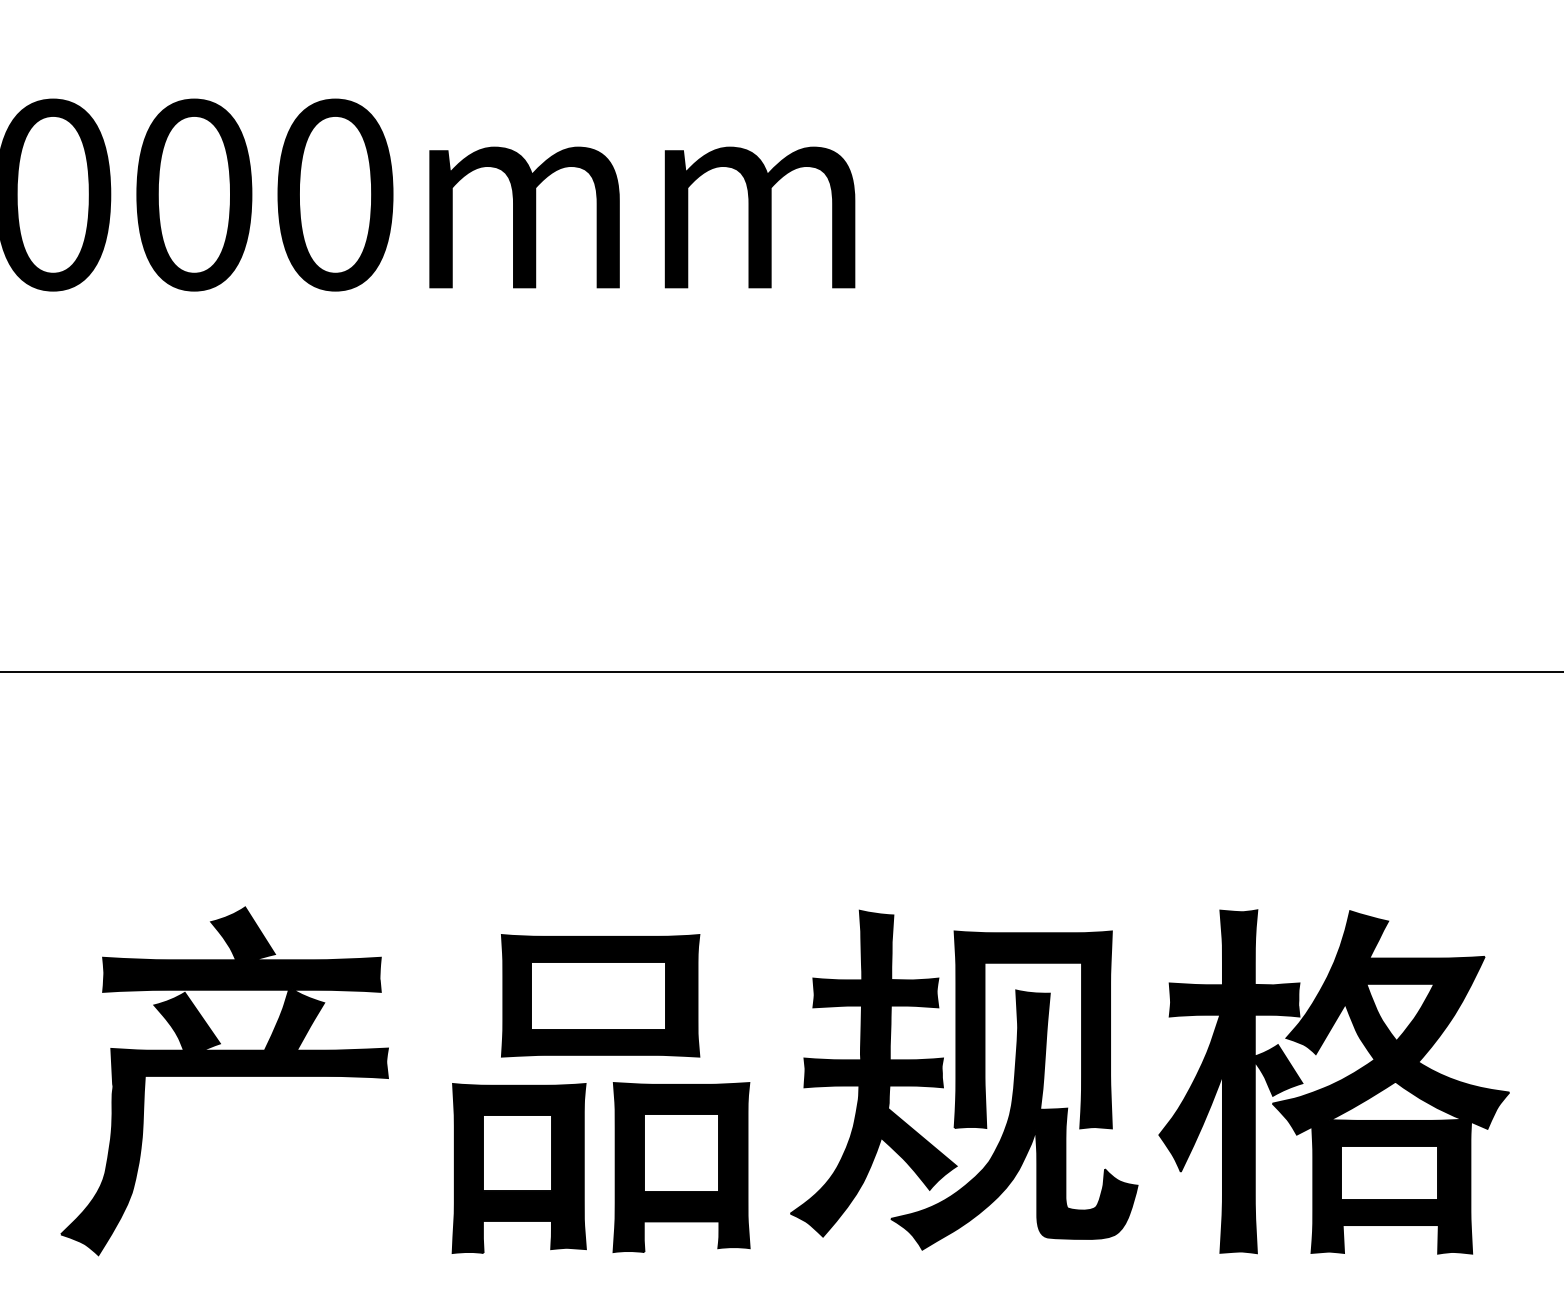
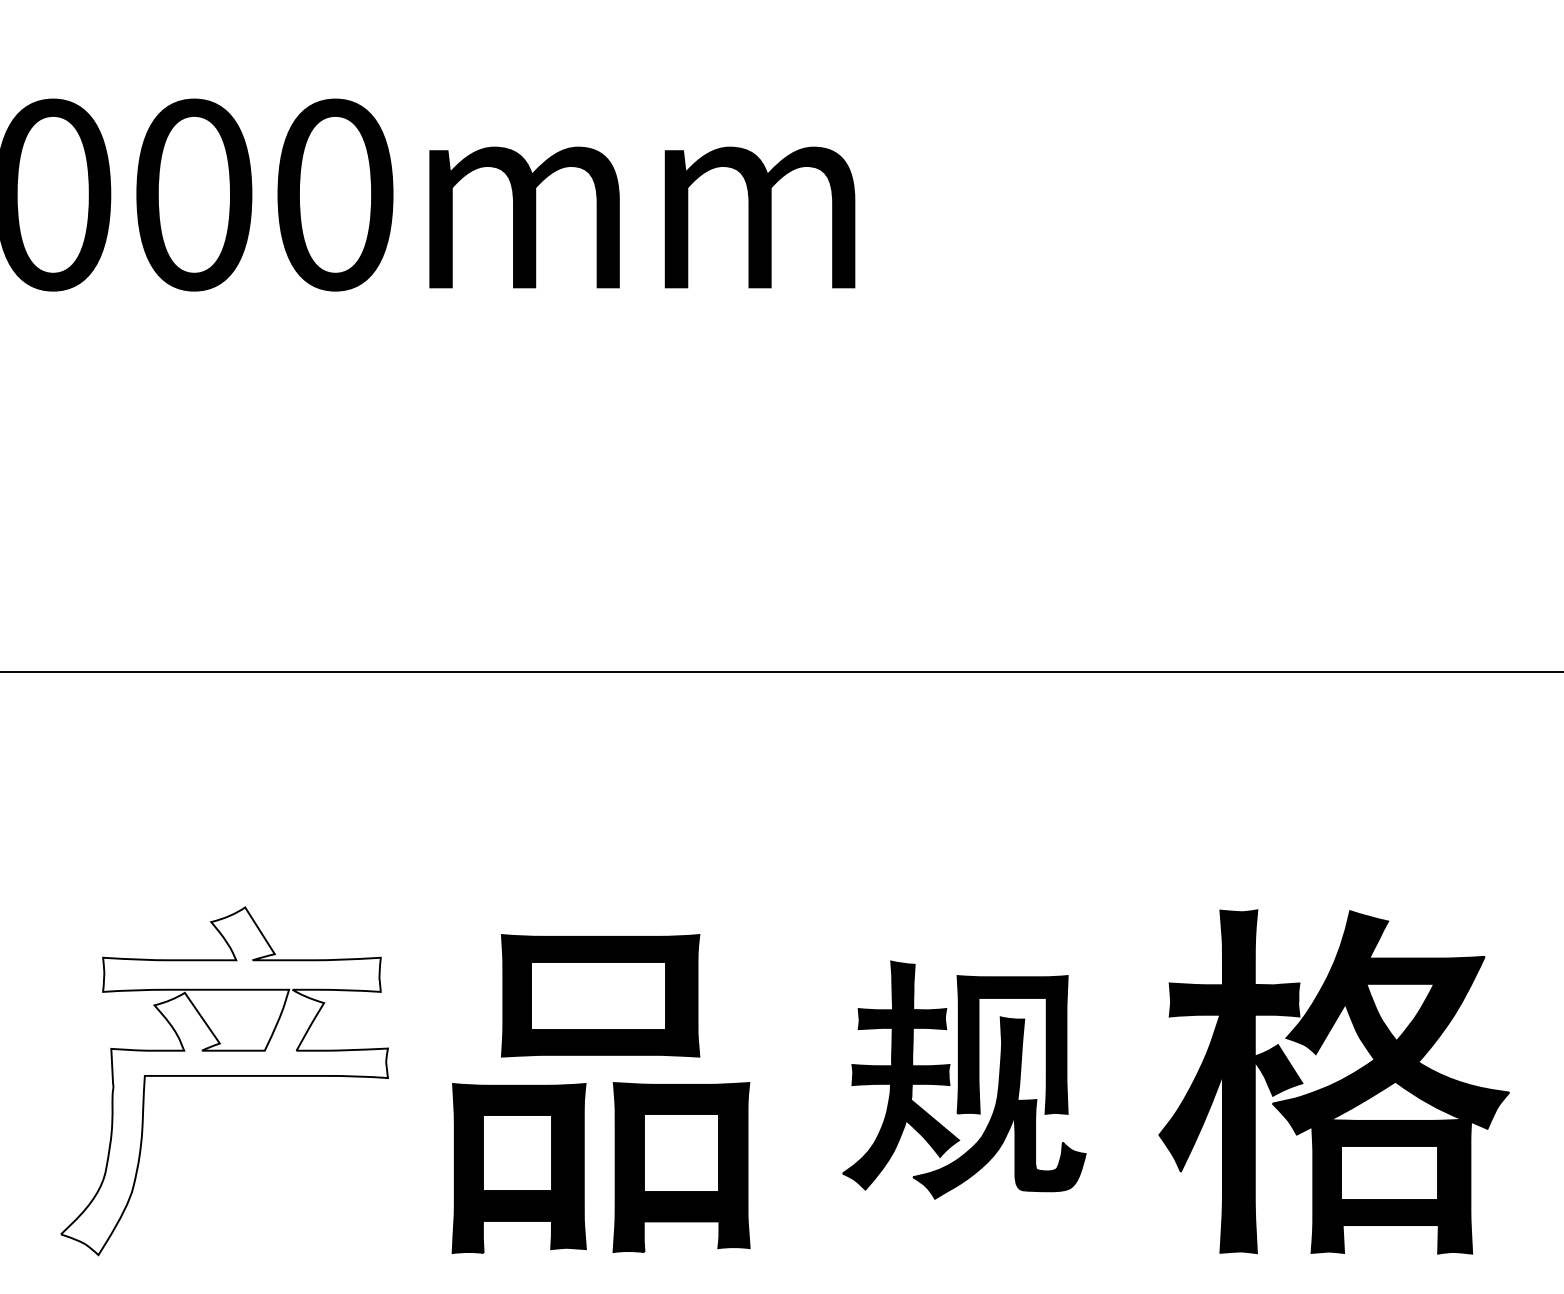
part at (964, 1079) size: 349x342 px -> 245x240 px
fill at (224, 1081): present -> none
